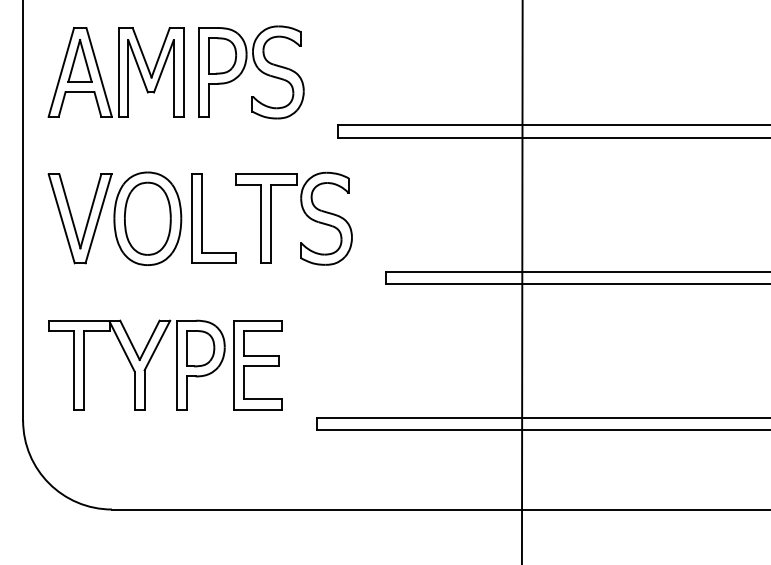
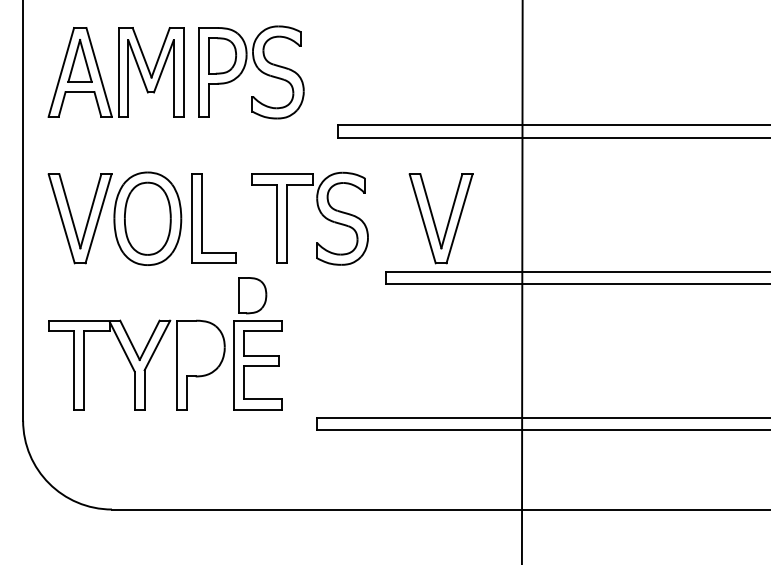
part at (303, 212) position: (303, 212) -> (319, 212)
part at (434, 219): none -> present
part at (200, 348) position: (200, 348) -> (252, 295)
